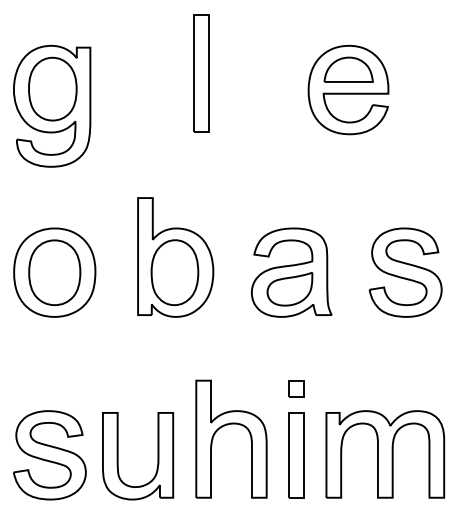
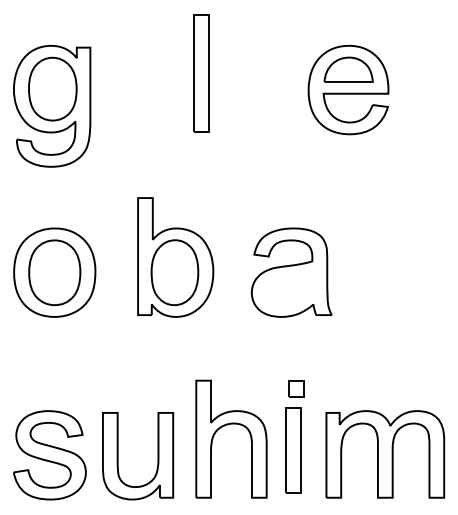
part at (405, 272): present -> none
part at (289, 289): present -> none
part at (296, 455) position: (296, 455) -> (293, 450)
